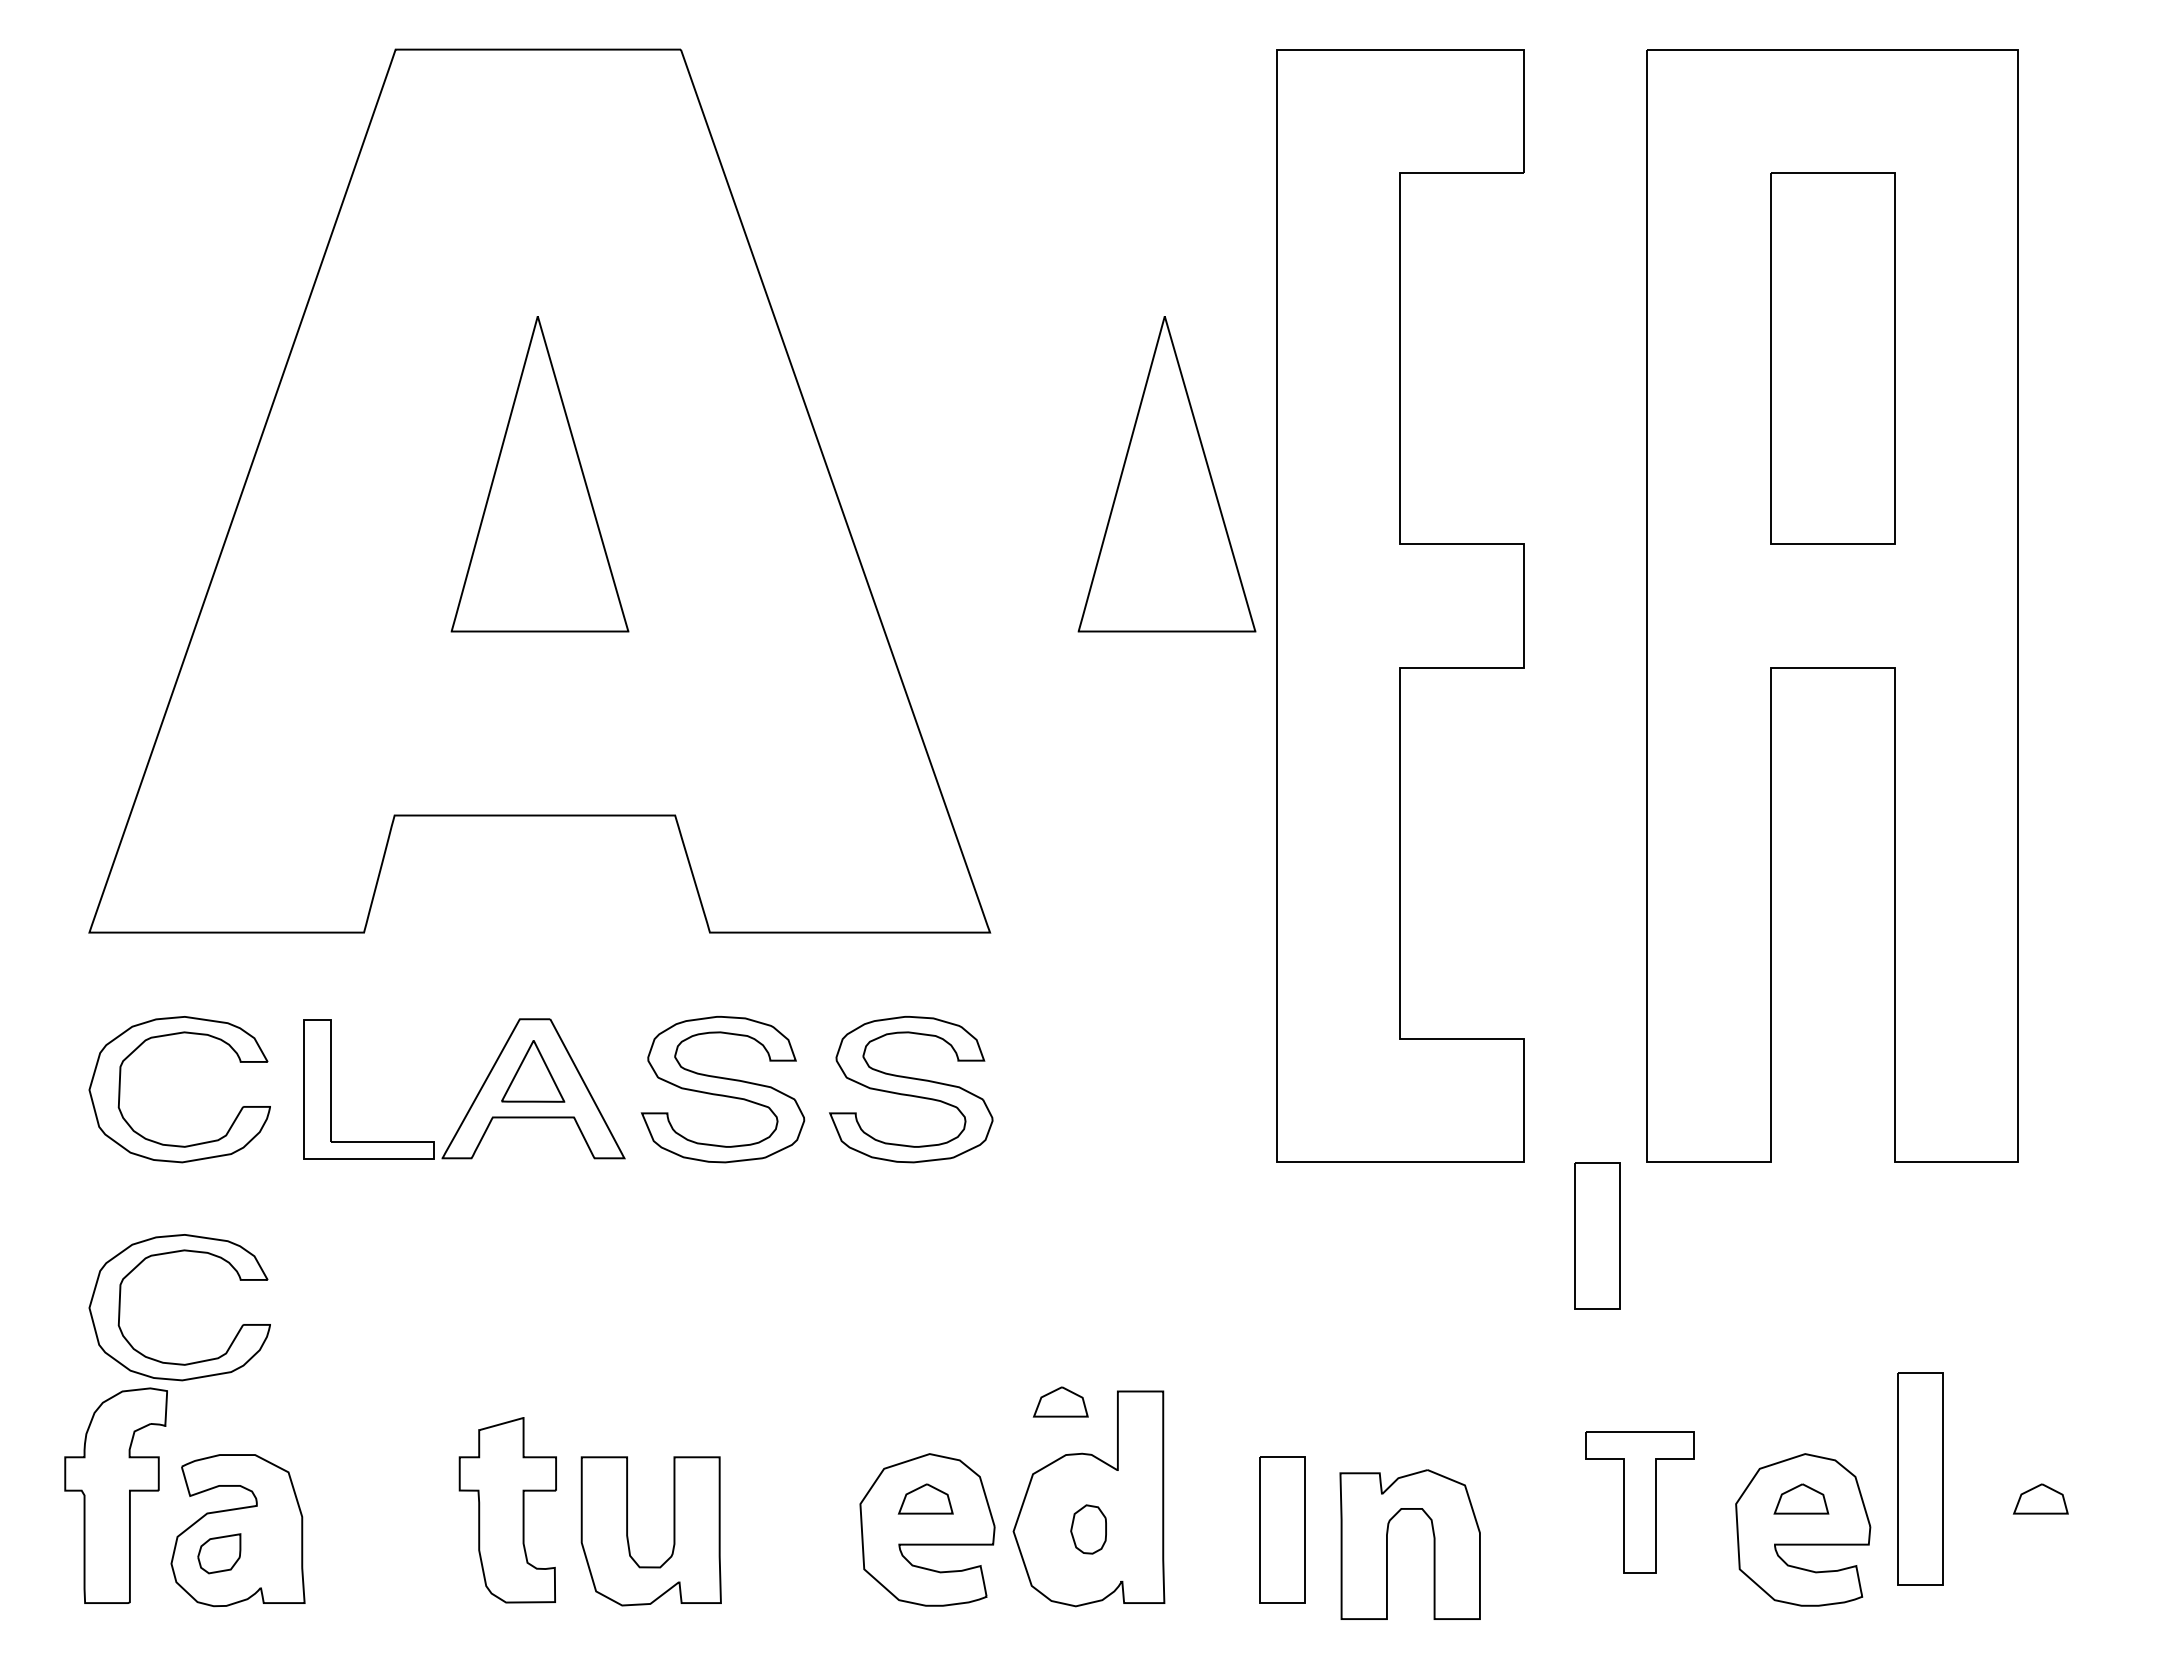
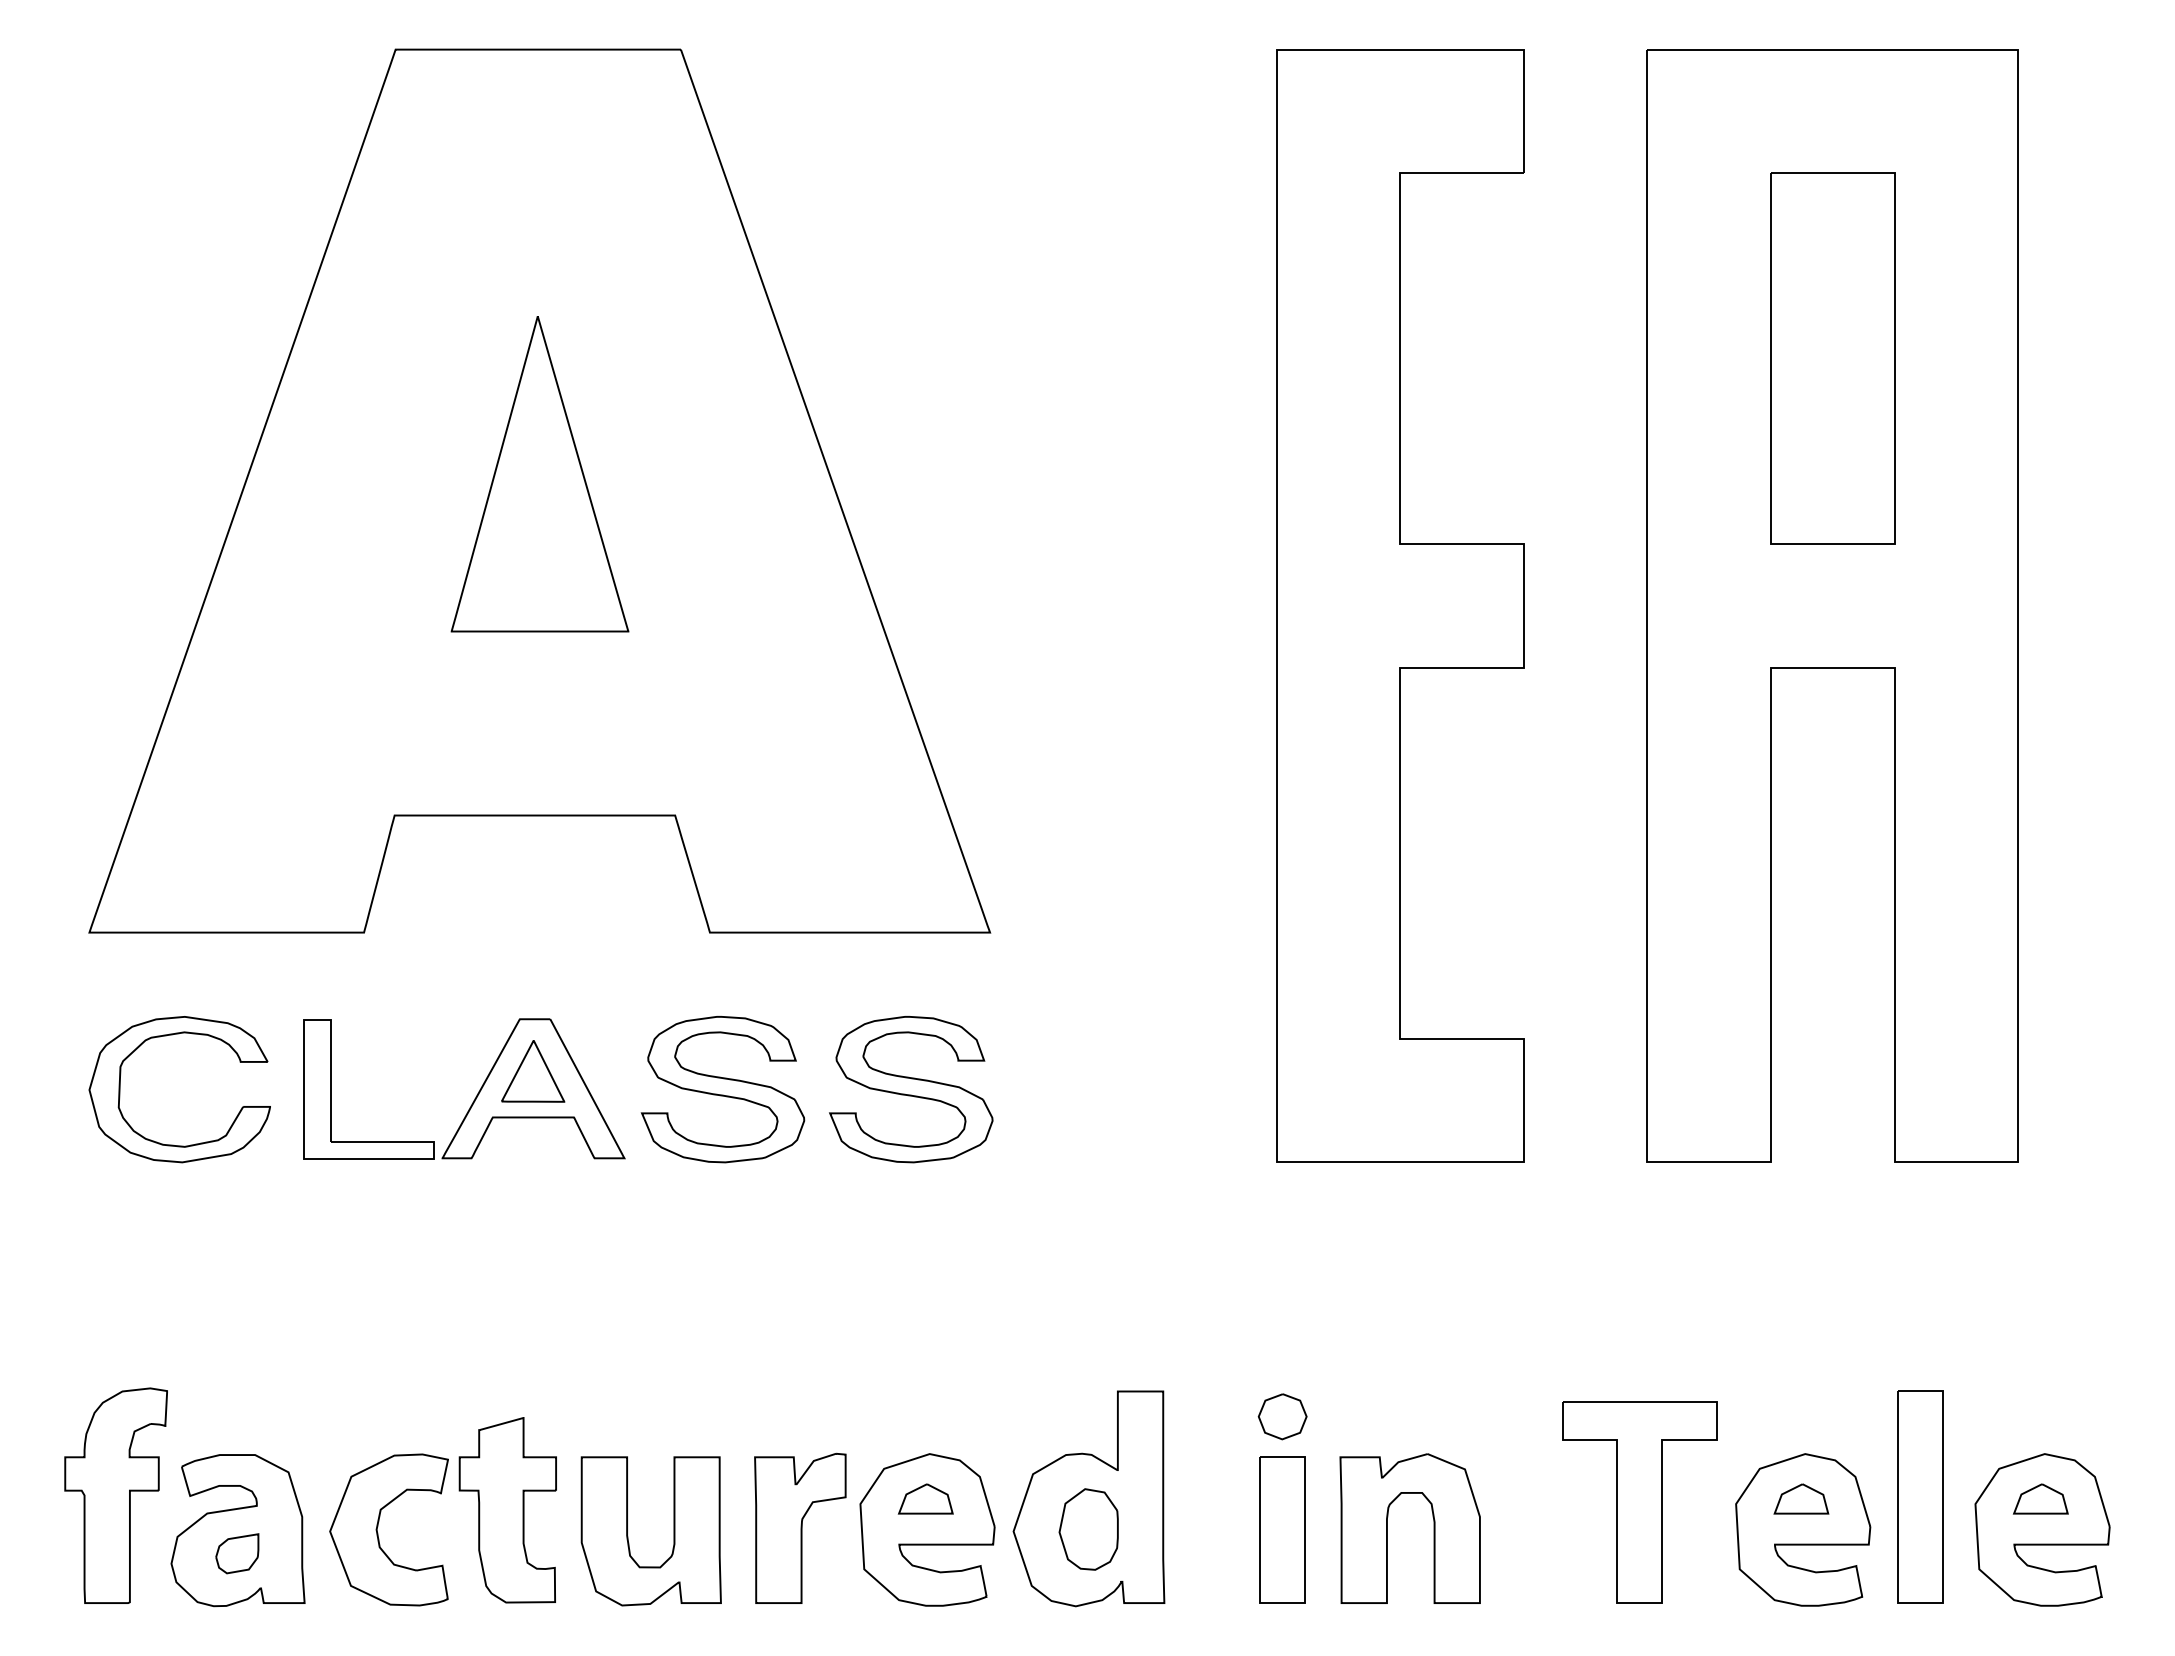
part at (1166, 474): present -> none
part at (1597, 1235): present -> none
part at (172, 1253): present -> none
part at (1060, 1401): present -> none
part at (1282, 1416): none -> present
part at (1920, 1478) position: (1920, 1478) -> (1920, 1496)
part at (1639, 1502) size: 110x143 px -> 156x203 px
part at (378, 1526): none -> present
part at (800, 1527): none -> present
part at (1088, 1529) size: 37x51 px -> 61x83 px
part at (2042, 1529): none -> present
part at (1387, 1544) position: (1387, 1544) -> (1387, 1528)
part at (219, 1553) position: (219, 1553) -> (237, 1553)
